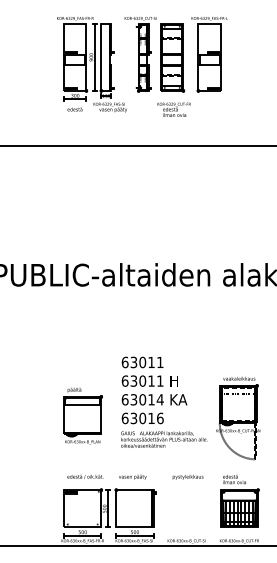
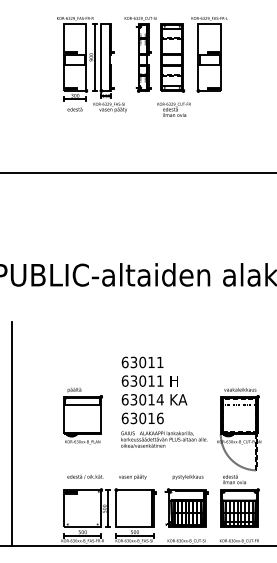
line at (137, 146) position: (137, 146) -> (137, 173)
part at (238, 418) position: (238, 418) -> (239, 429)
line at (11, 434): none -> present
part at (186, 507): none -> present
